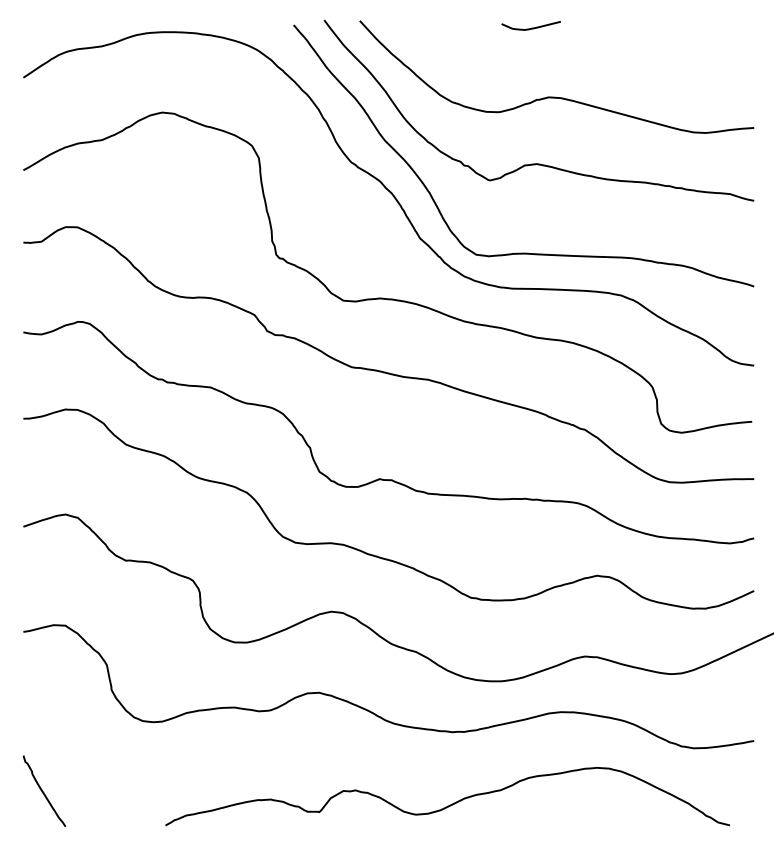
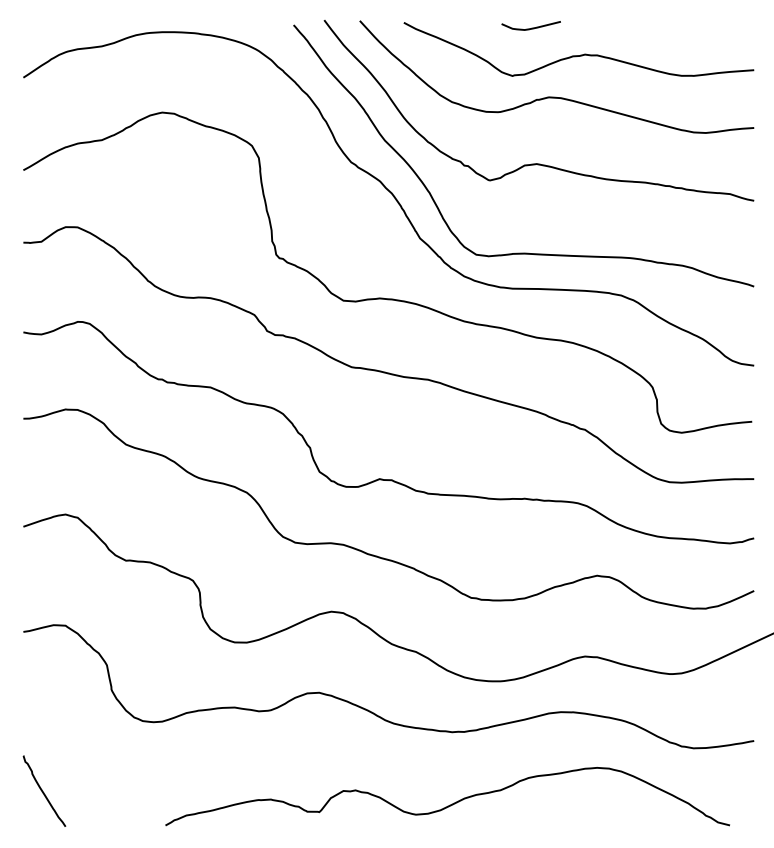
curve at (580, 54): none -> present
